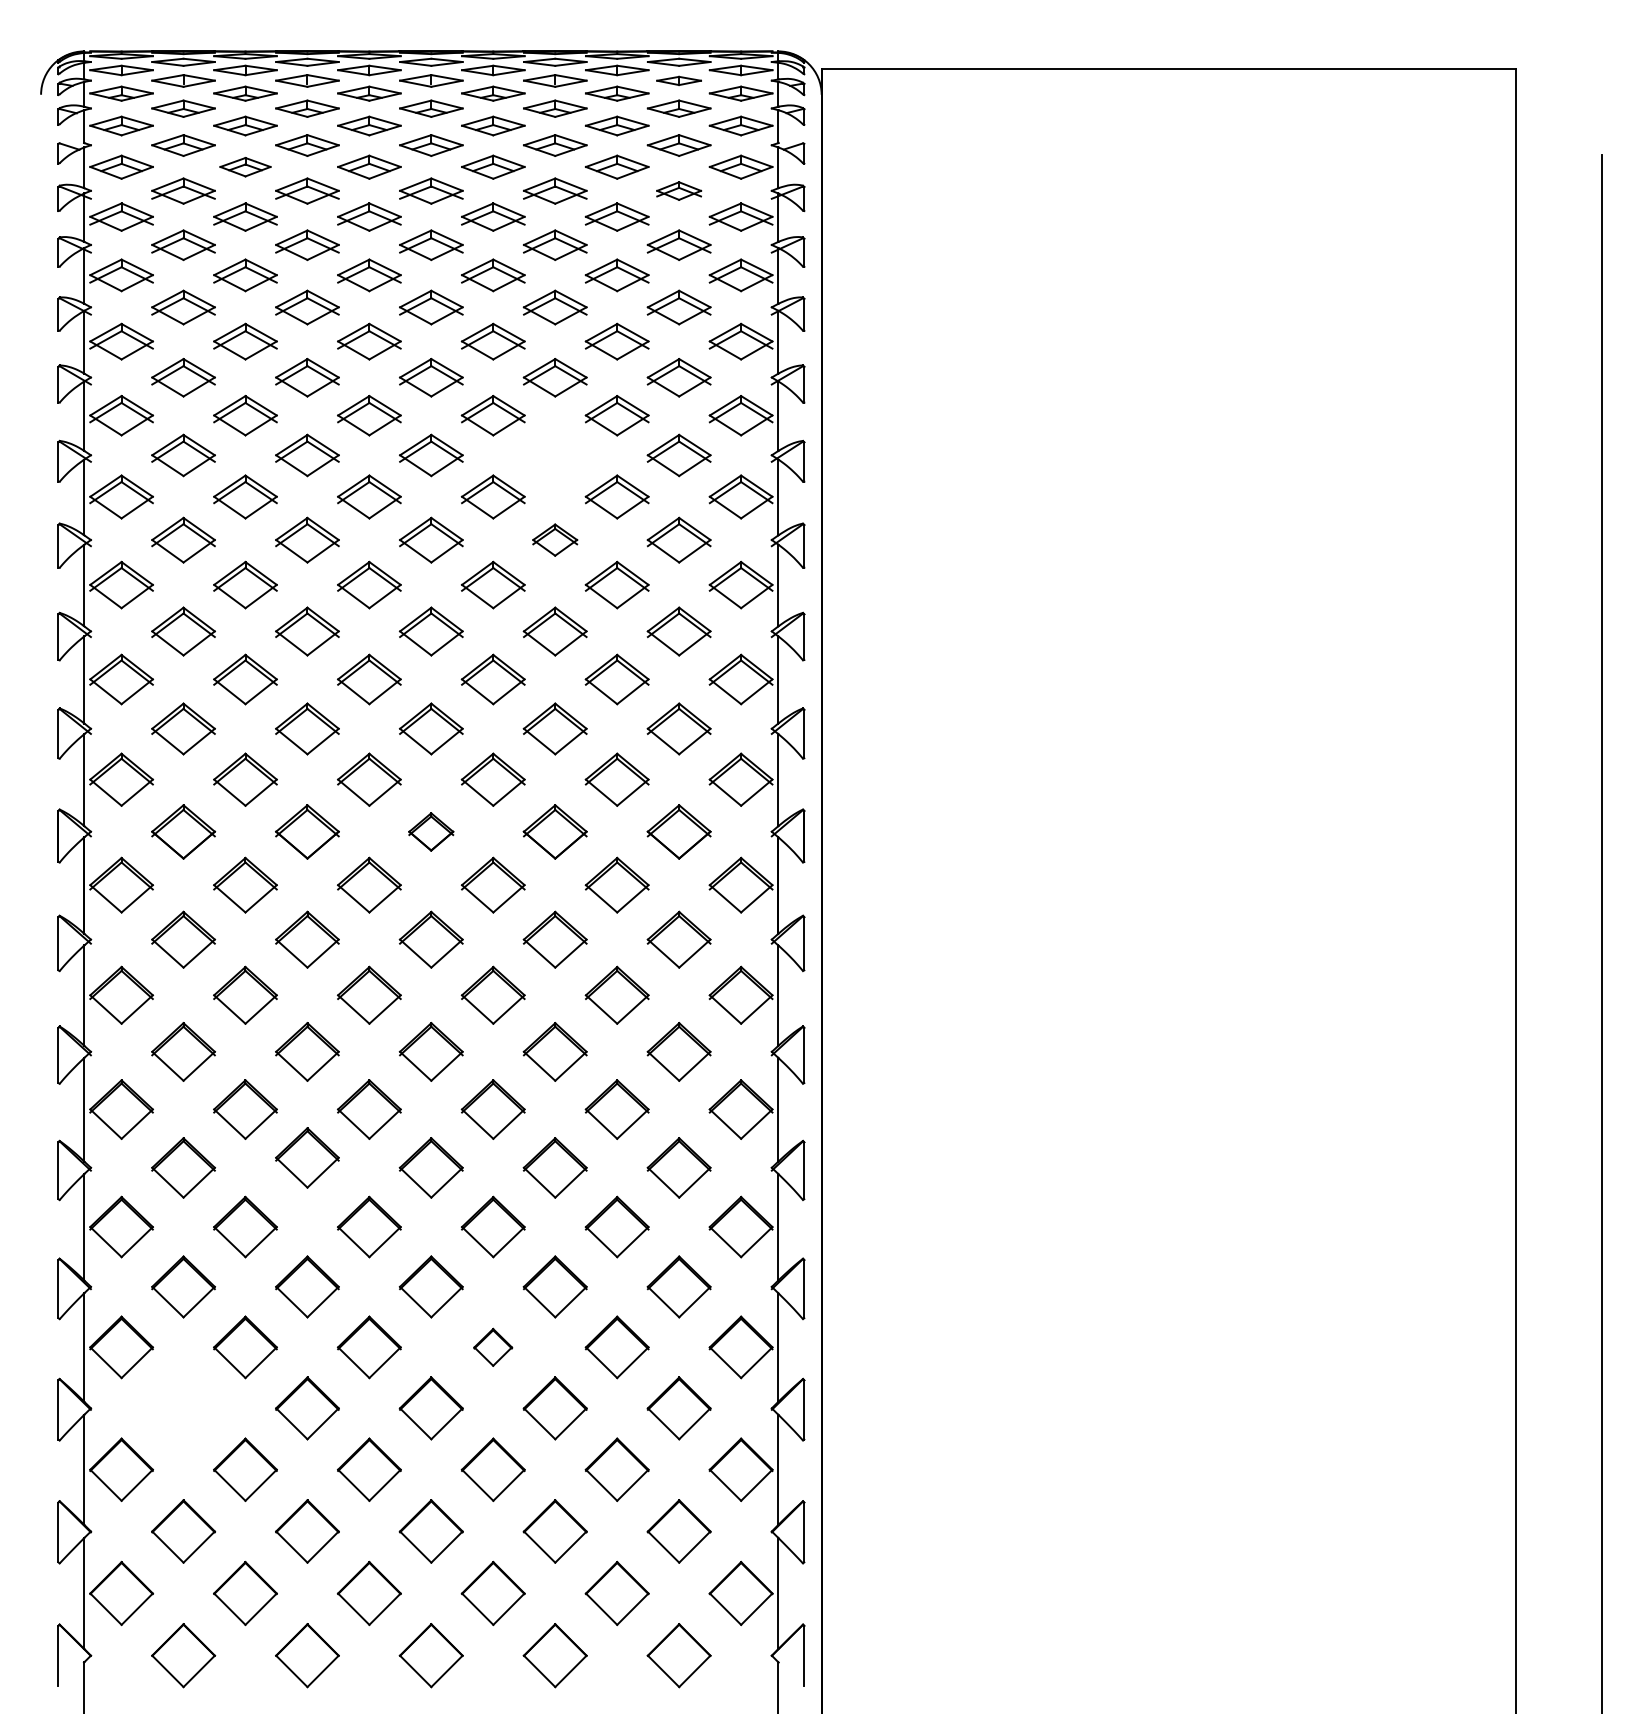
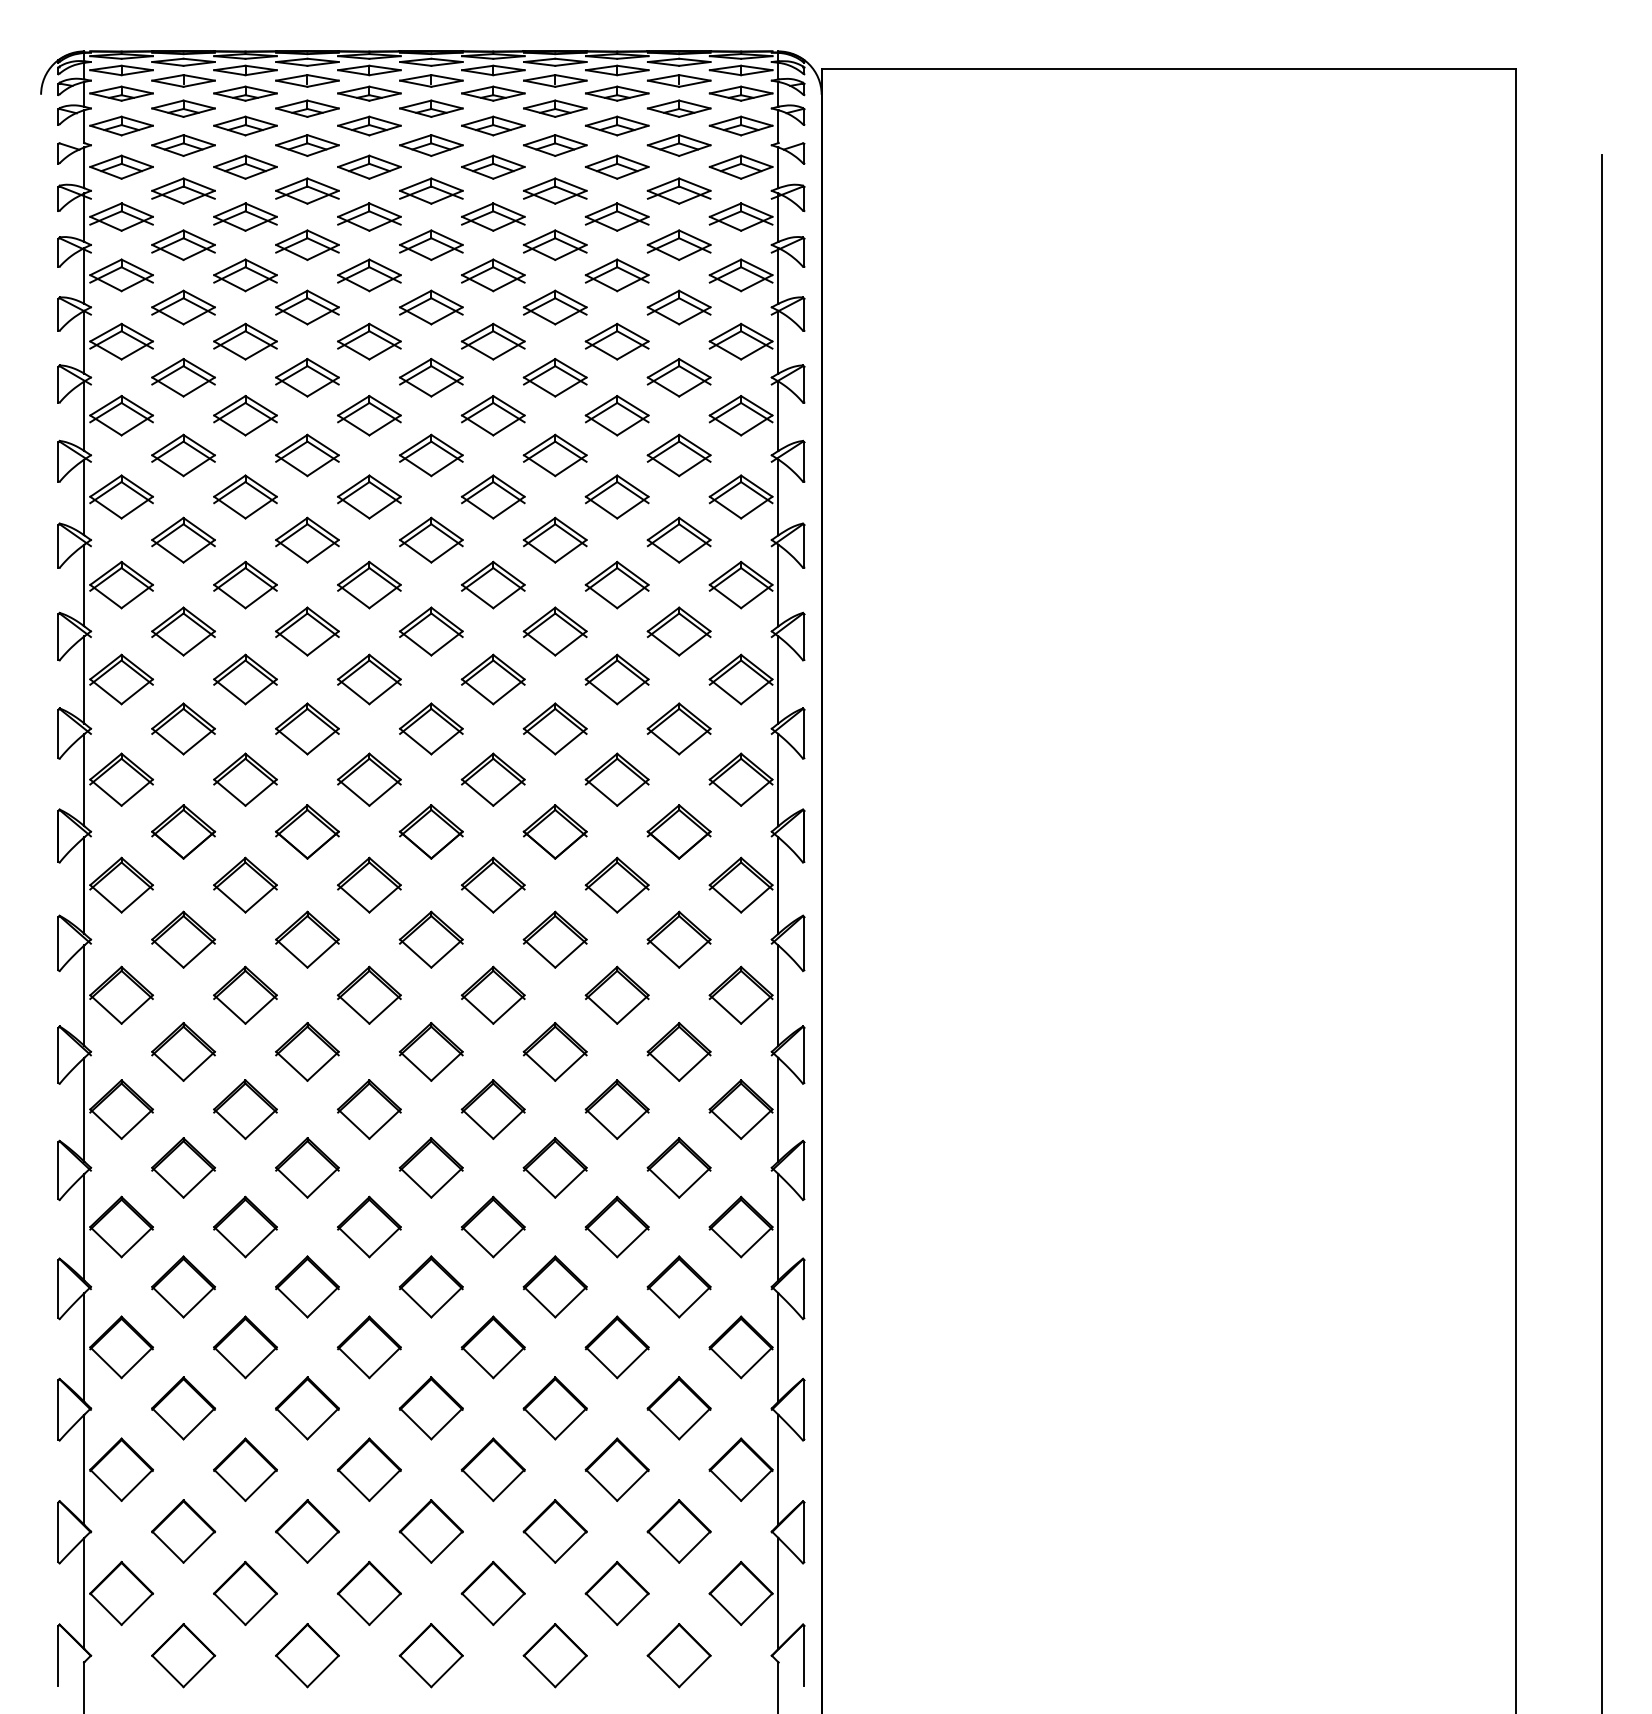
part at (678, 80) size: 46x12 px -> 66x14 px
part at (245, 167) size: 53x21 px -> 65x26 px
part at (679, 190) size: 47x20 px -> 66x28 px
part at (554, 455): none -> present
part at (555, 539) size: 47x34 px -> 66x48 px
part at (431, 831) size: 47x40 px -> 66x56 px
part at (307, 1157) position: (307, 1157) -> (307, 1167)
part at (493, 1346) size: 41x40 px -> 66x65 px
part at (183, 1408): none -> present
